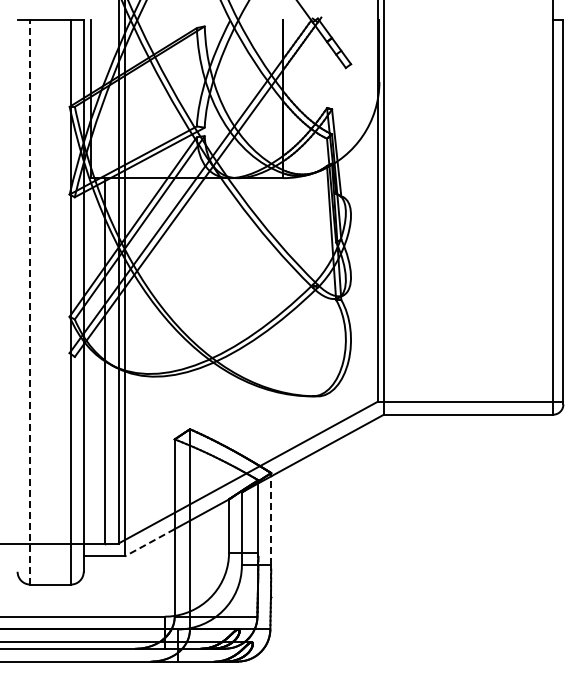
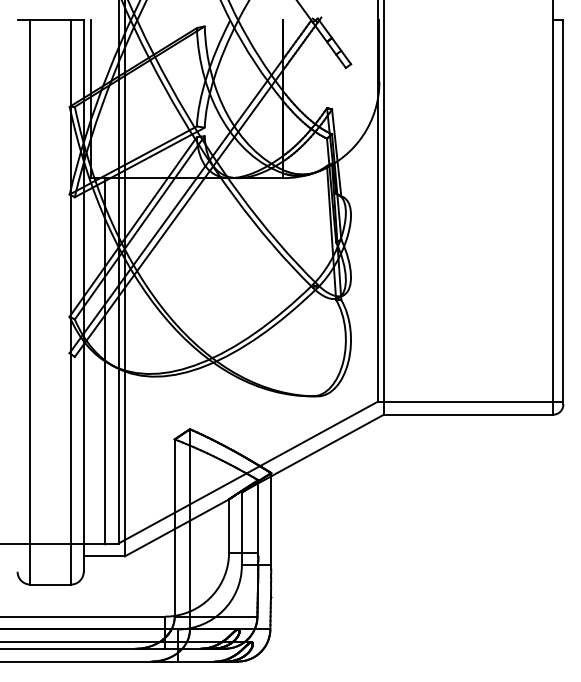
line at (30, 302): dashed -> solid
line at (271, 518): dashed -> solid
line at (149, 543): dashed -> solid
